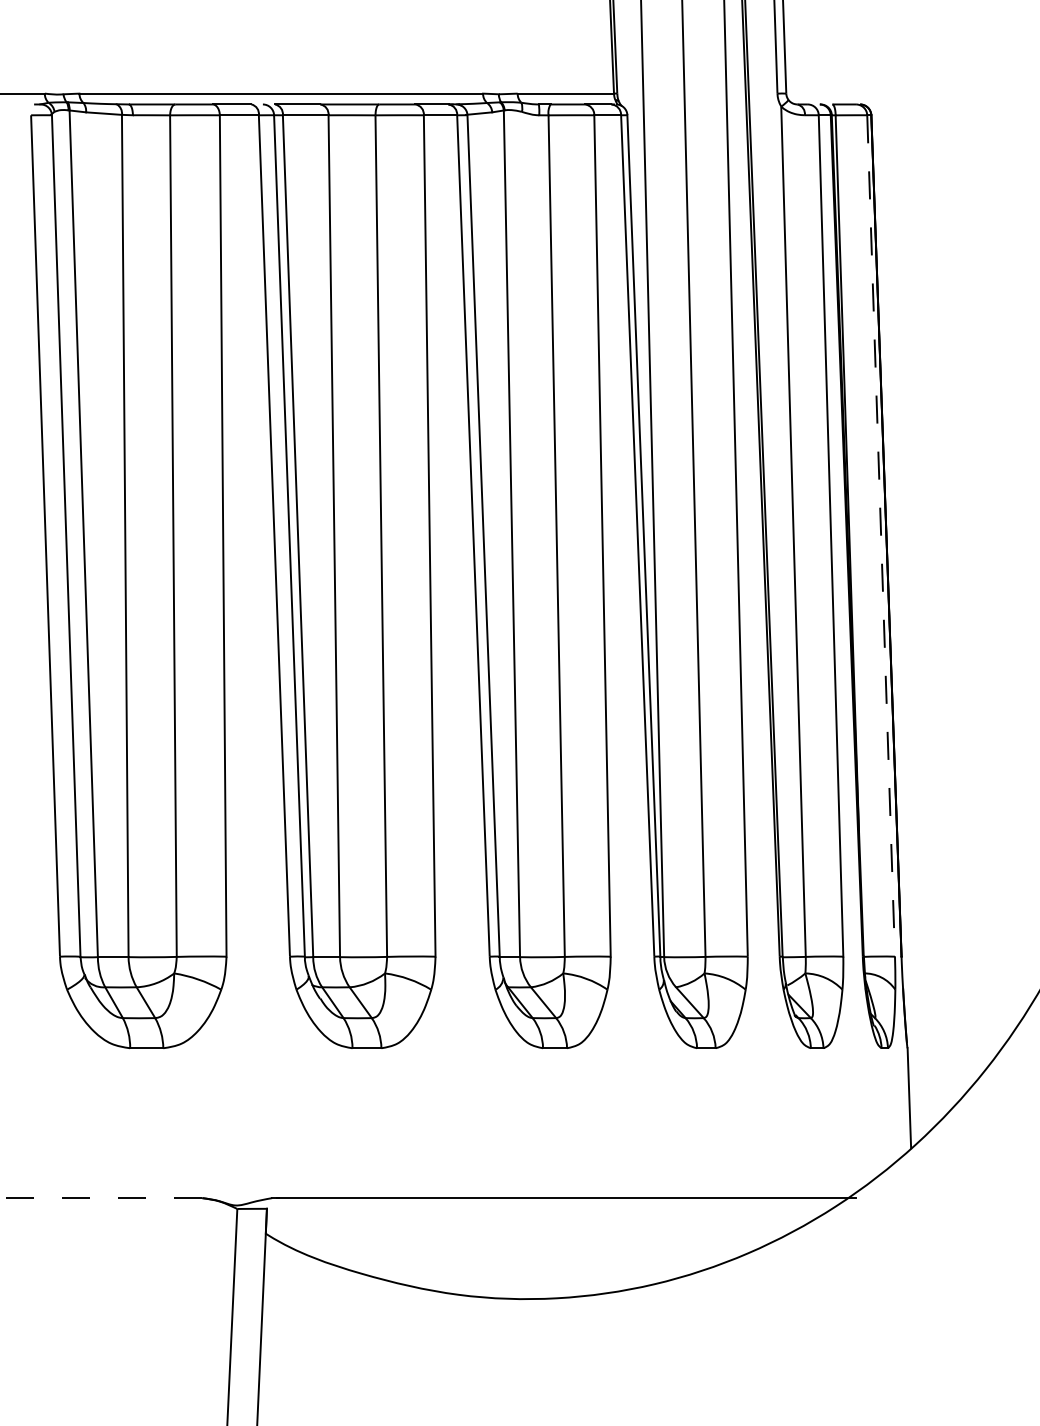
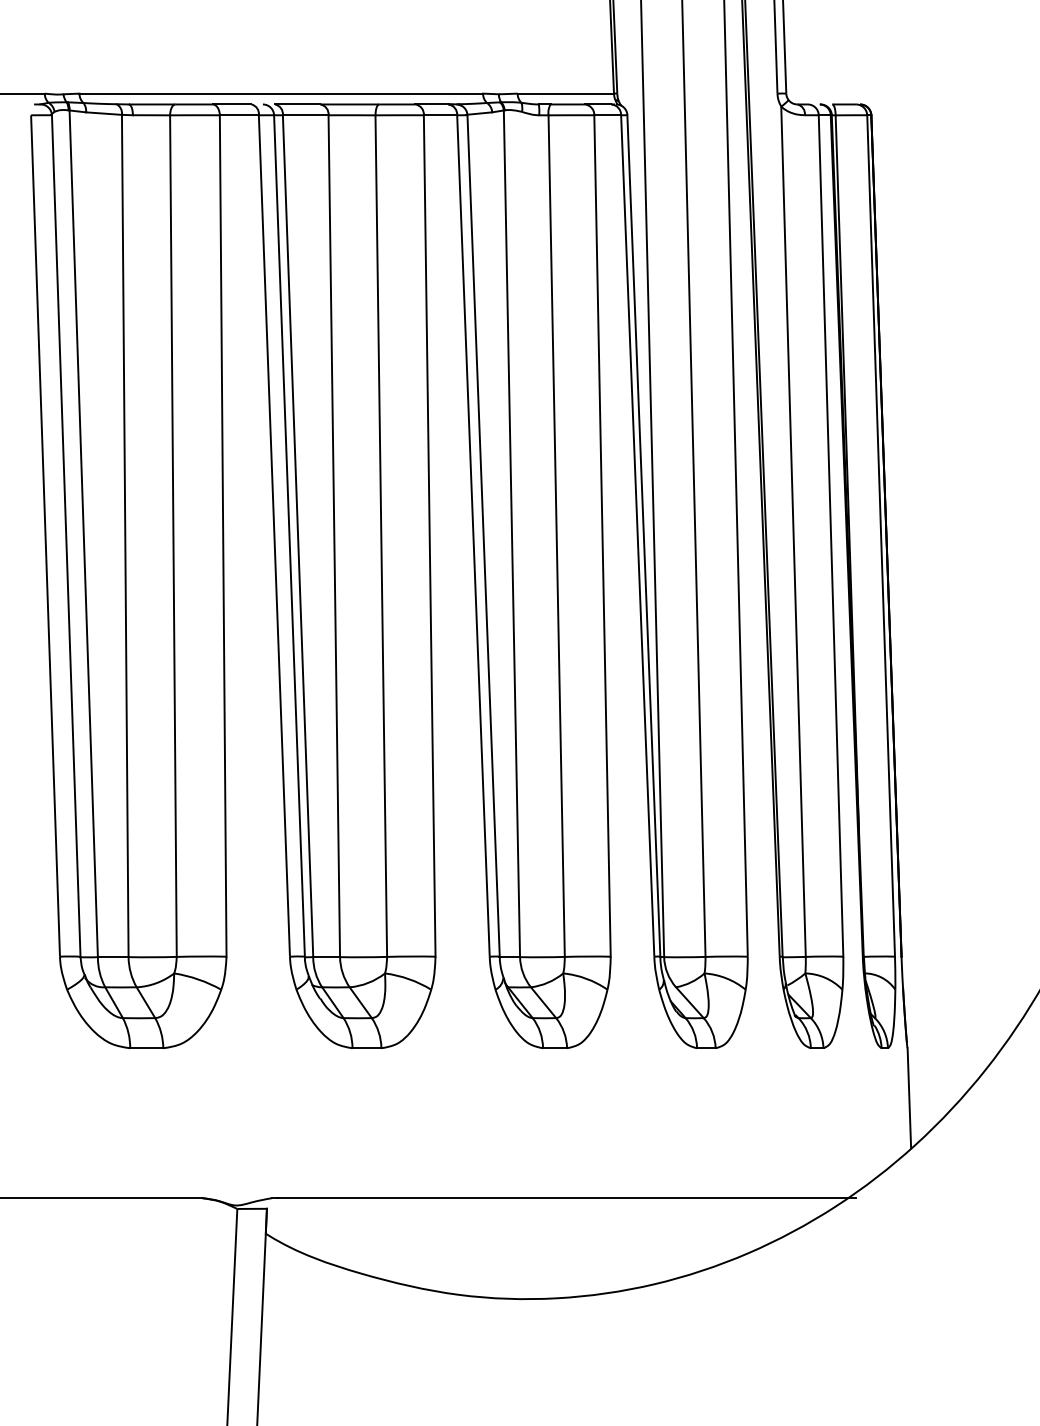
line at (881, 535): dashed -> solid
line at (101, 1198): dashed -> solid
